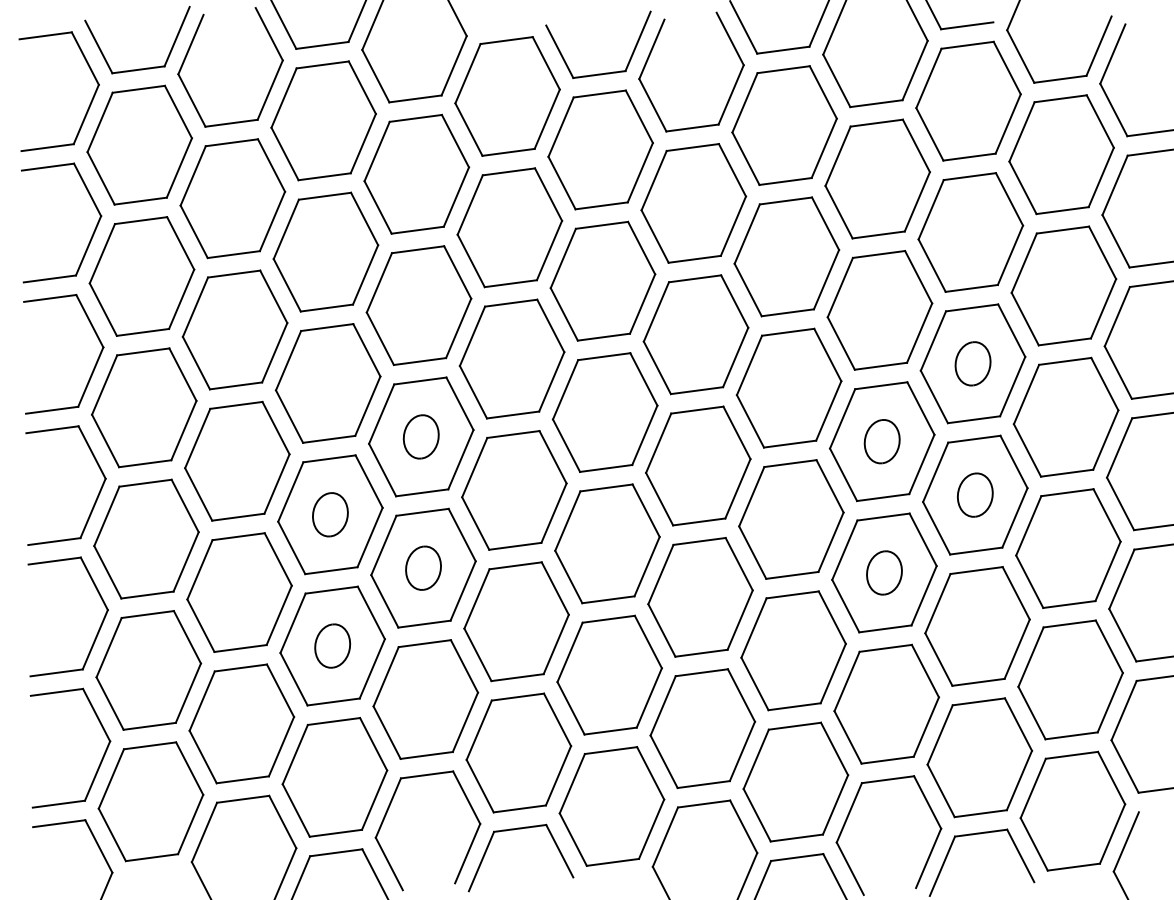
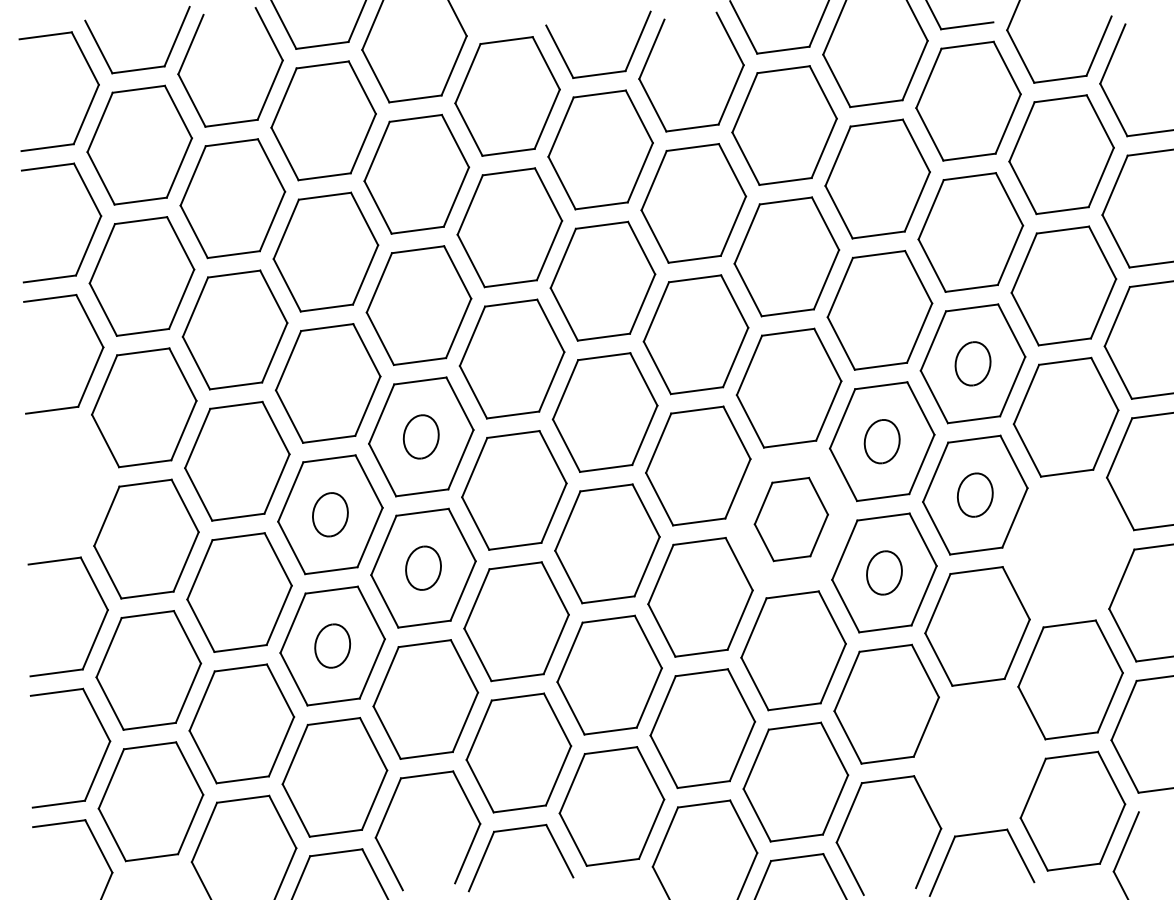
part at (95, 499): present -> none
part at (791, 519) size: 107x121 px -> 77x87 px
part at (1068, 548): present -> none
part at (979, 757): present -> none
